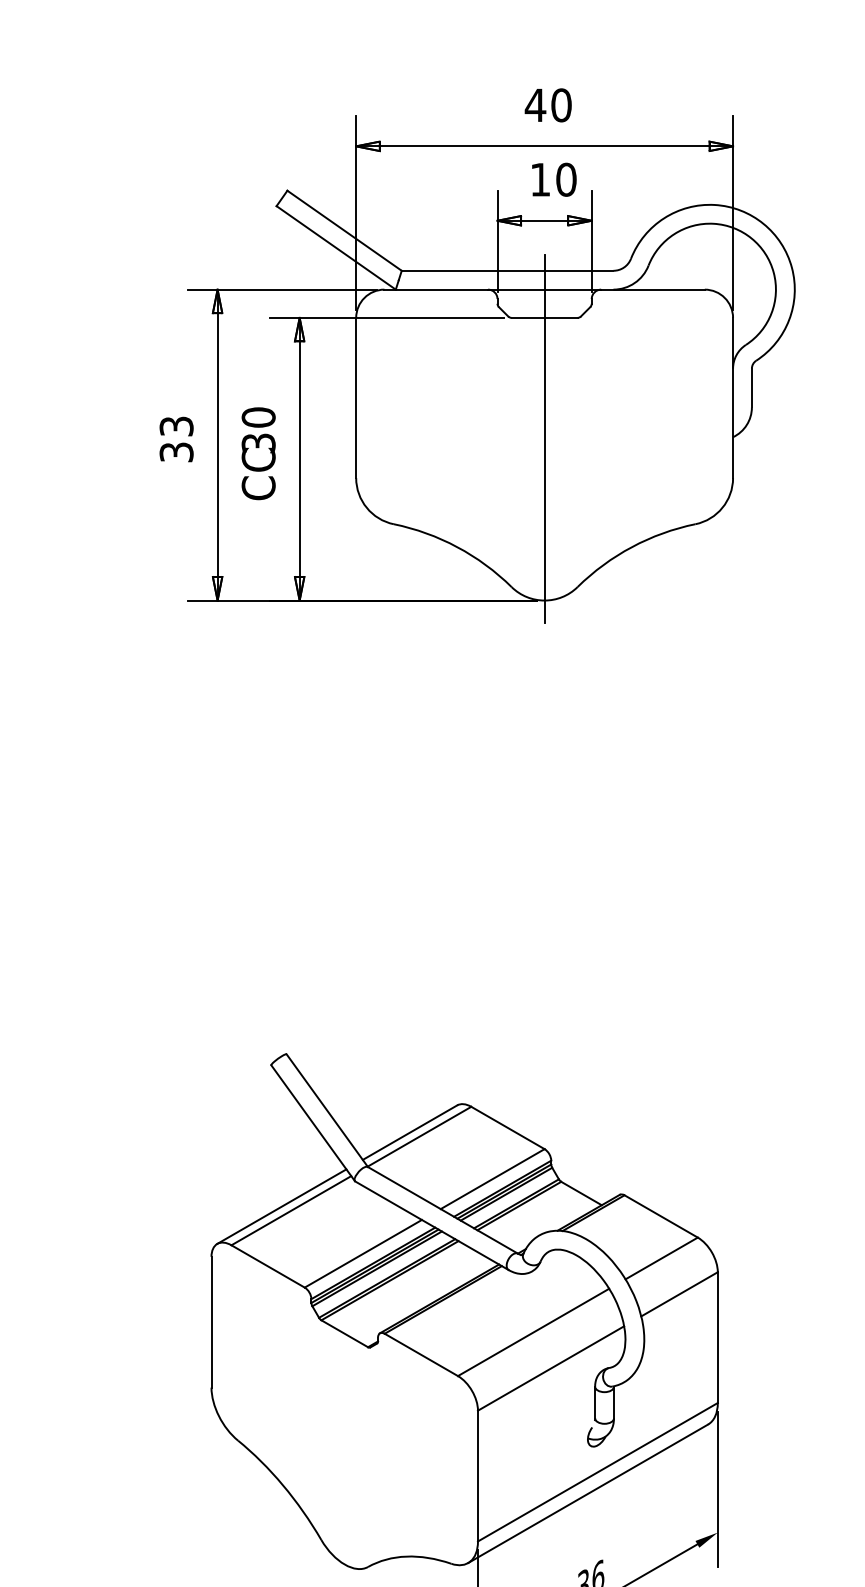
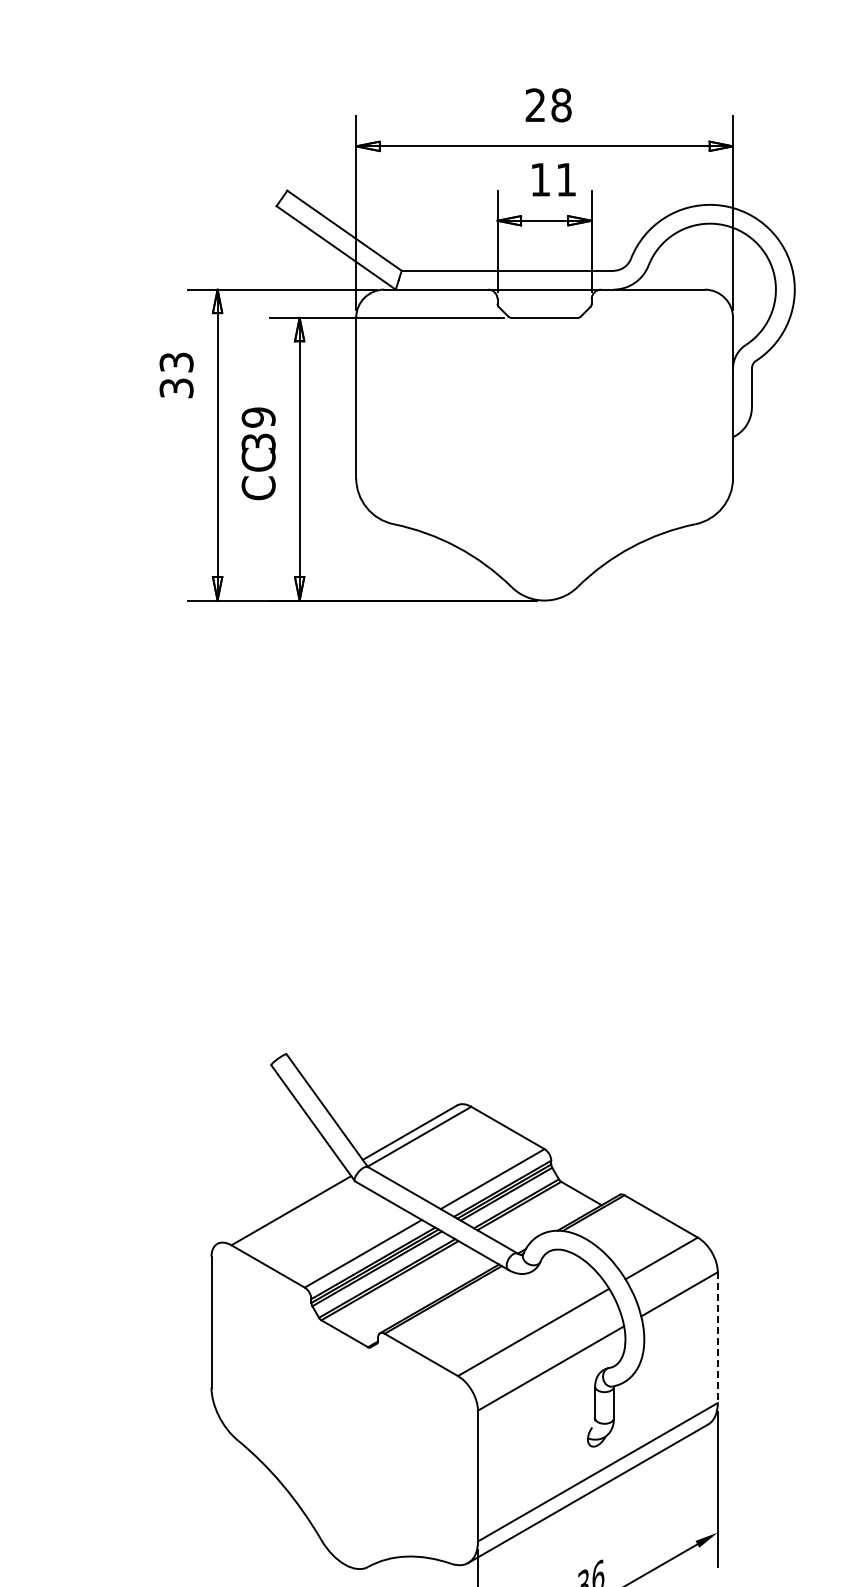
text at (547, 105): 40 -> 28
text at (566, 179): 10 -> 11
text at (258, 417): 30 -> 39
line at (544, 438): present -> none
text at (176, 439) position: (176, 439) -> (176, 375)
line at (281, 1206): present -> none
line at (717, 1338): solid -> dashed
